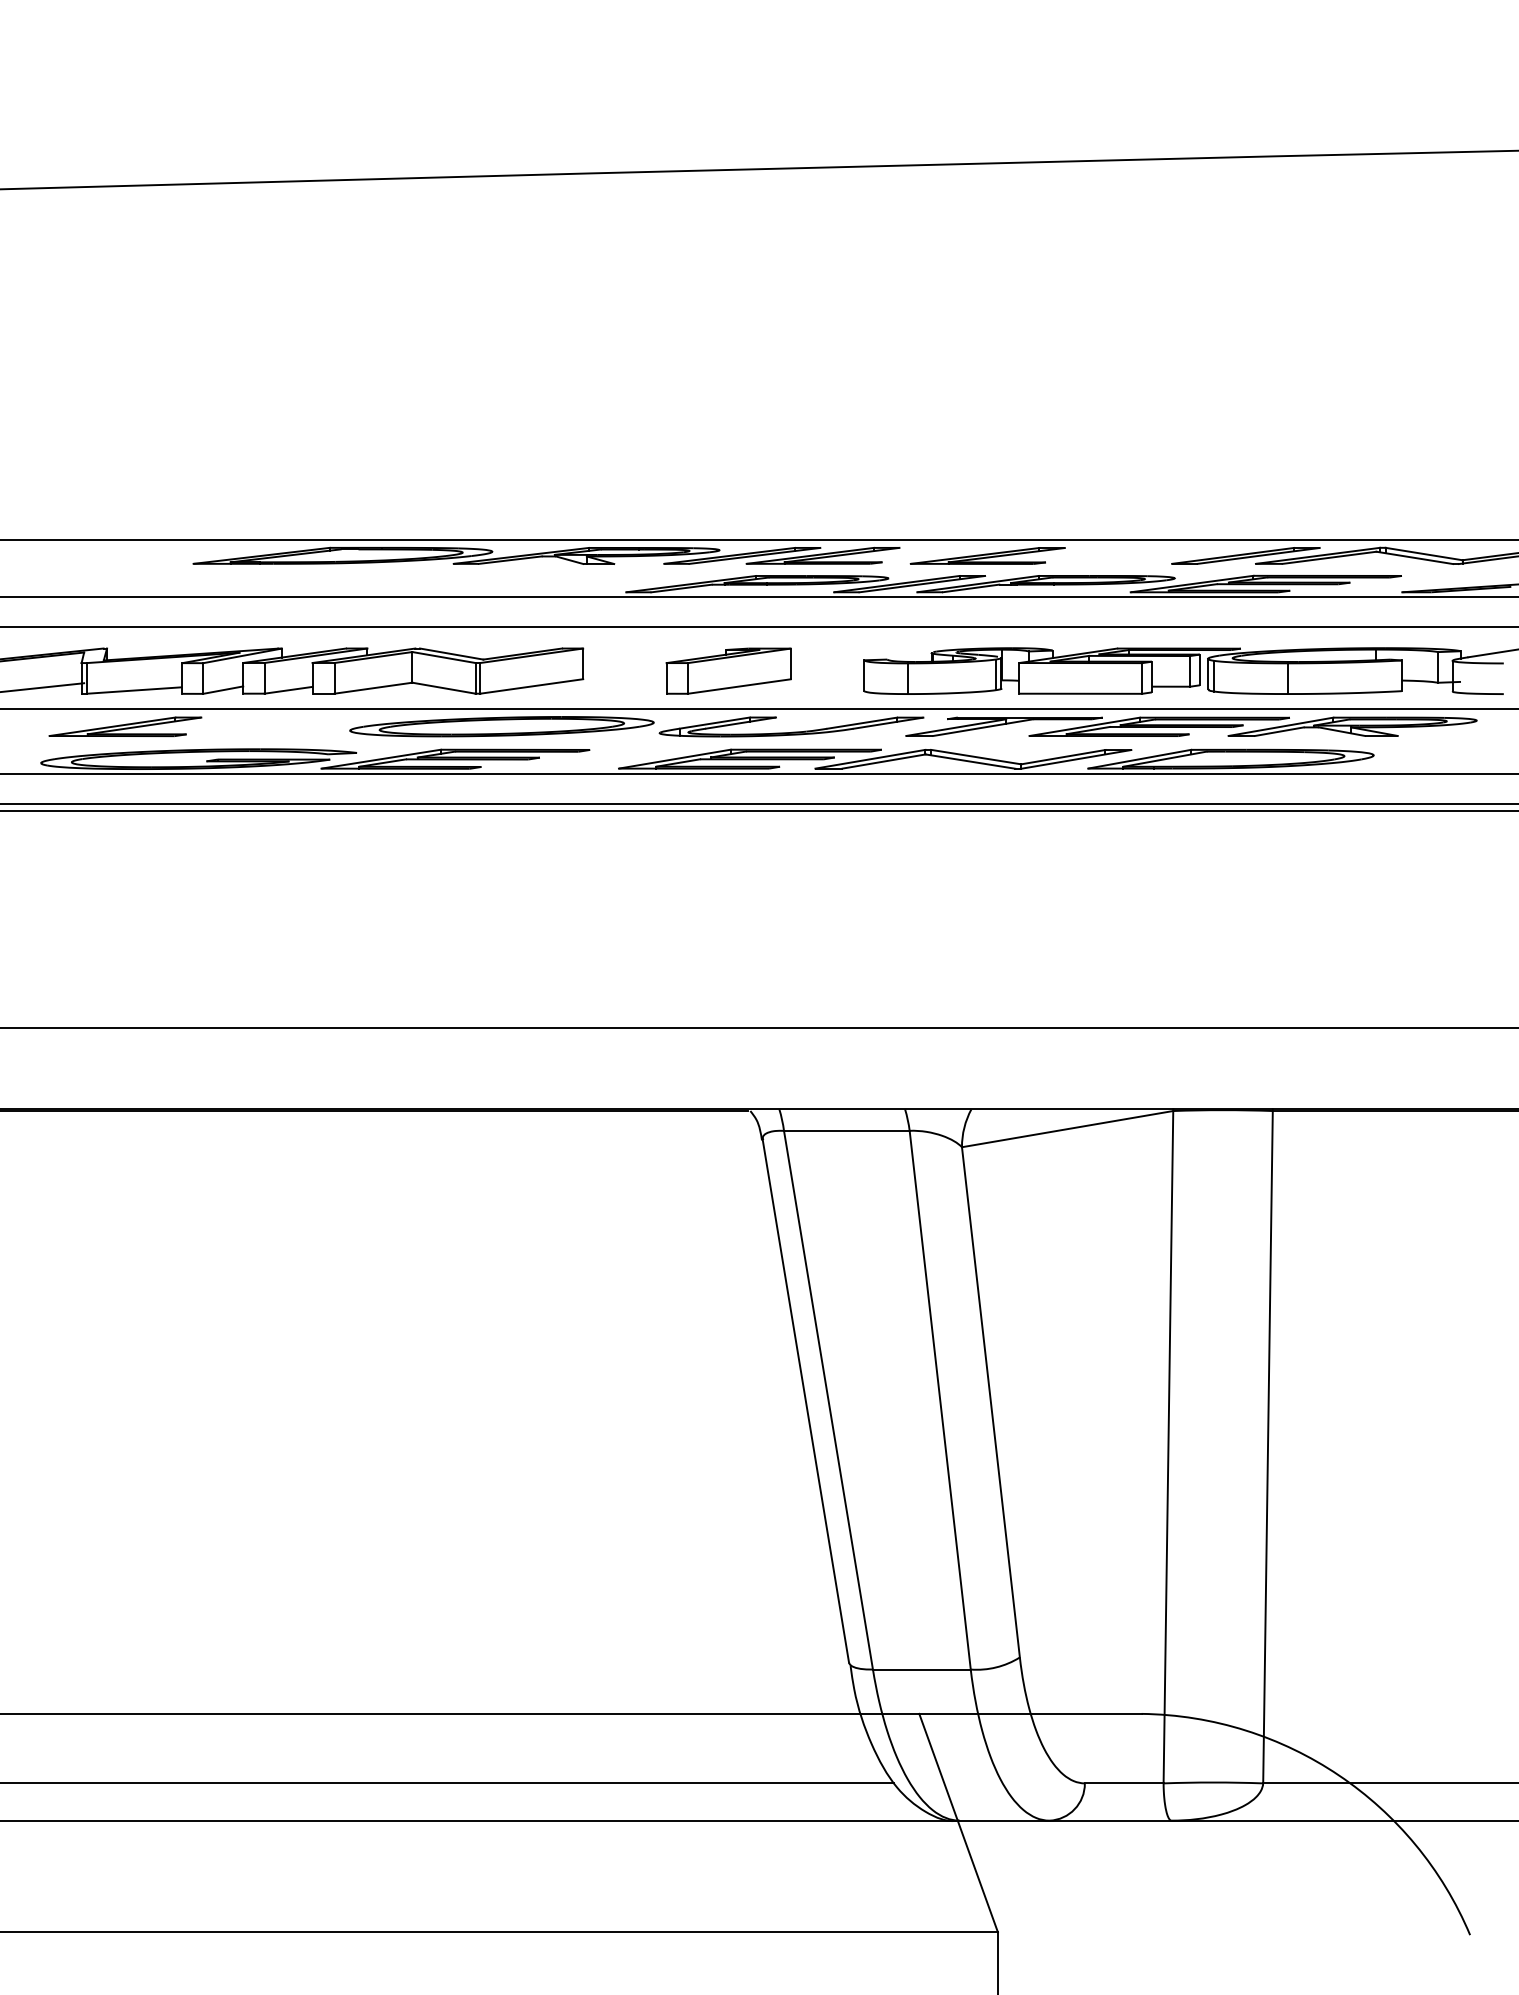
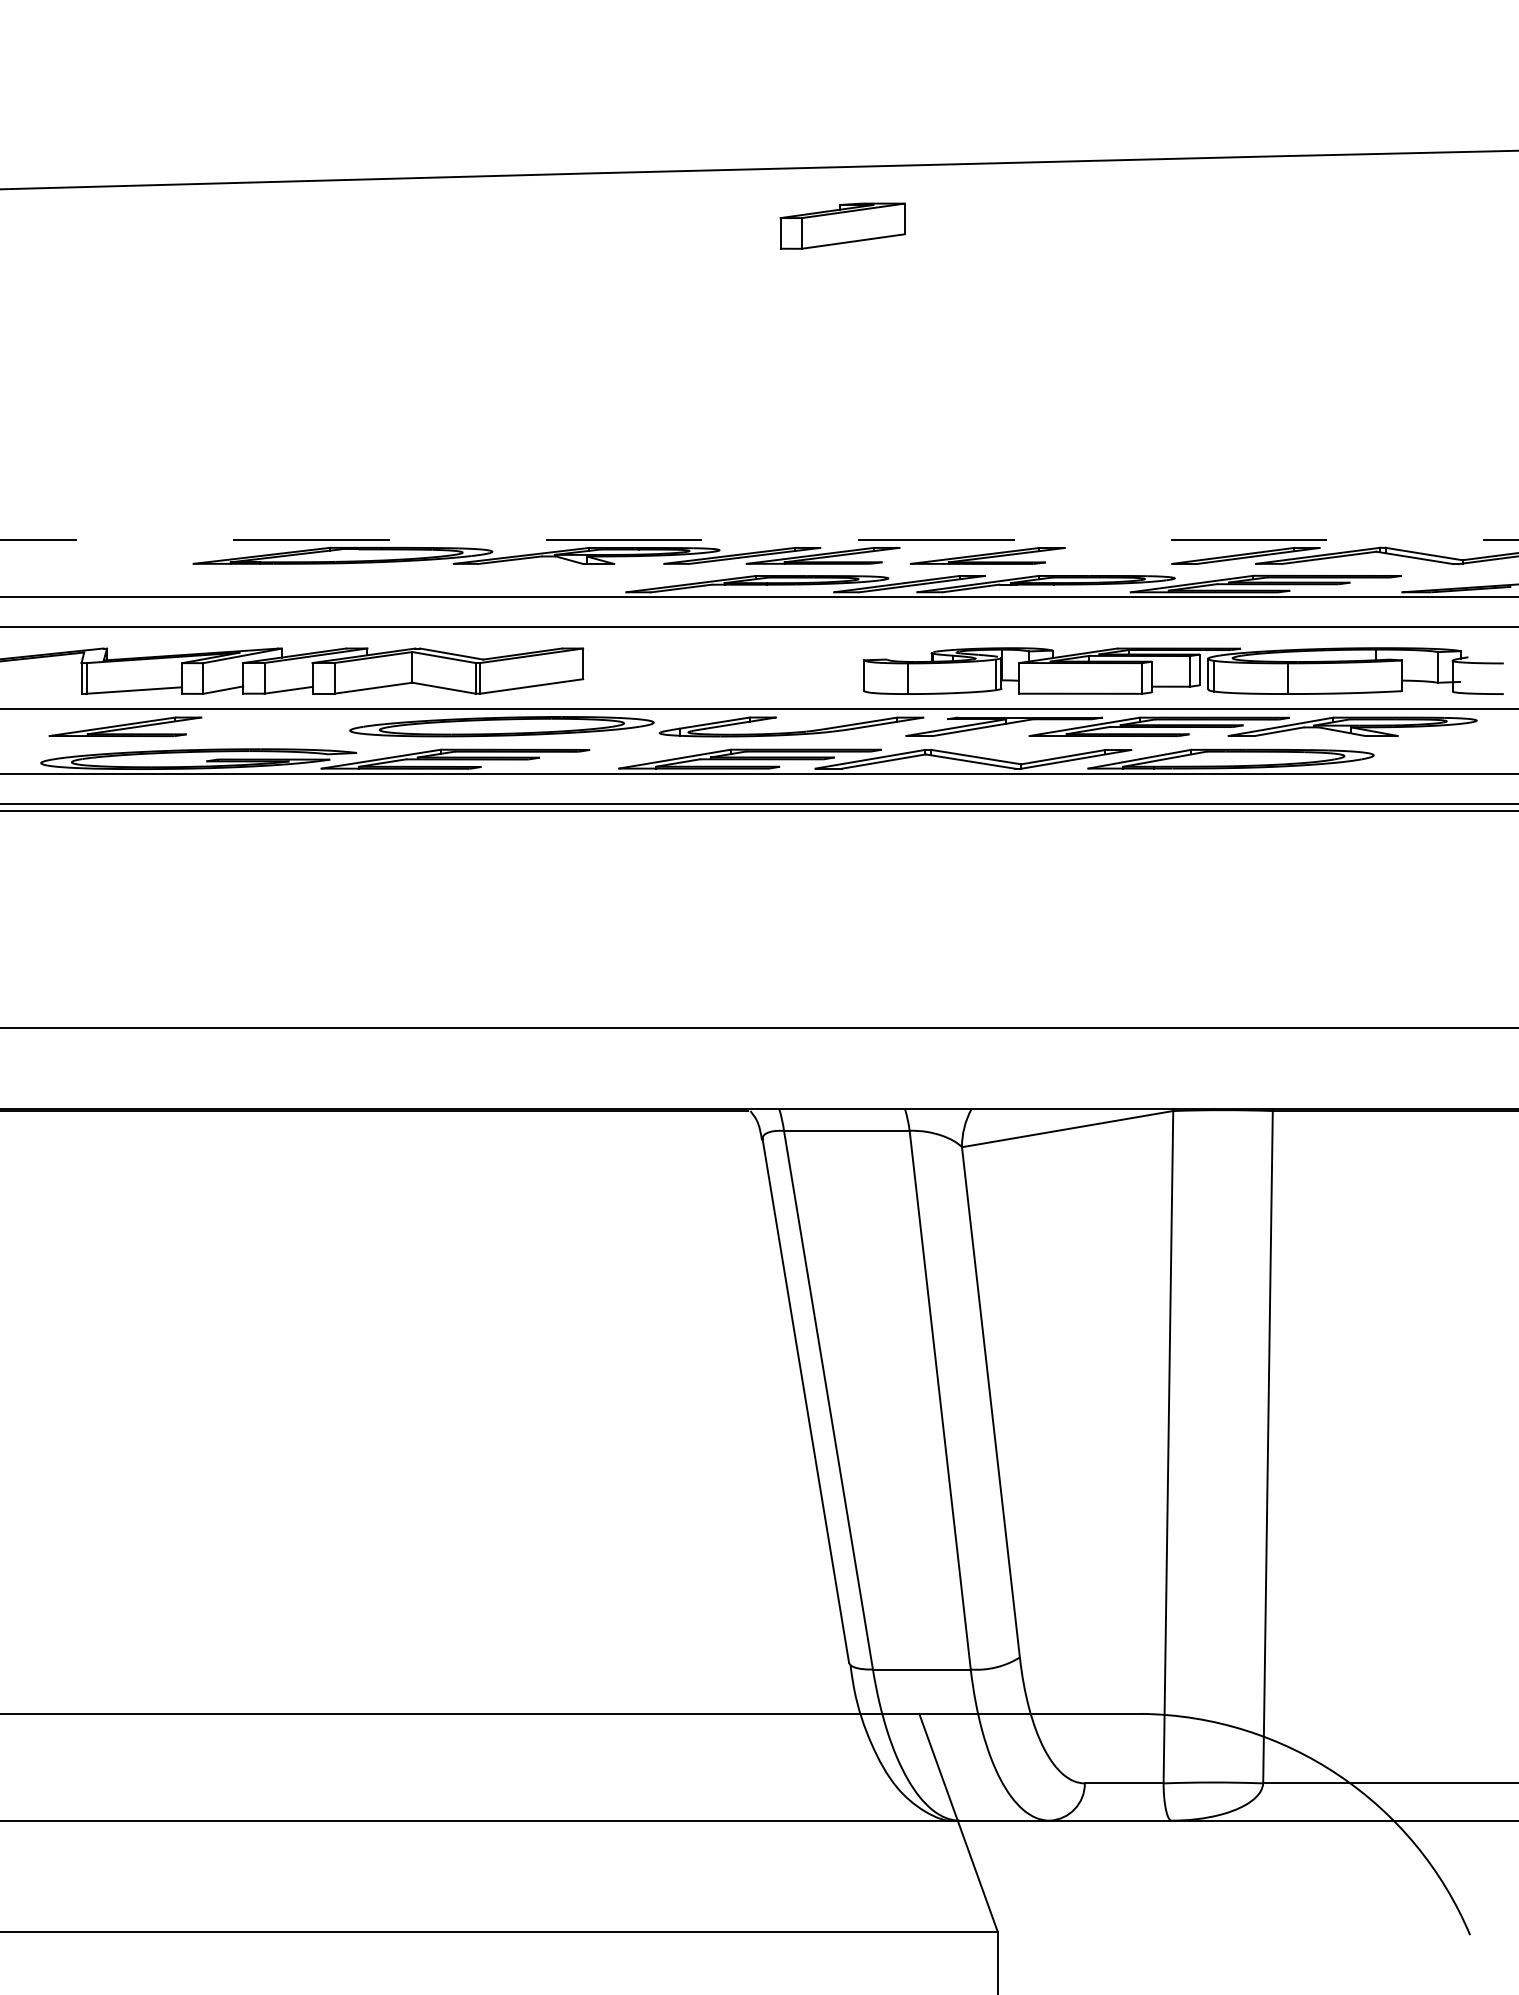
line at (758, 540): solid -> dashed
line at (1491, 653): present -> none
part at (728, 670) position: (728, 670) -> (842, 225)
line at (43, 687): present -> none
line at (448, 1783): present -> none
